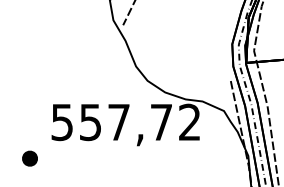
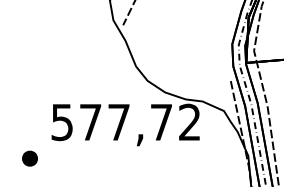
text at (90, 122): 557,72 -> 577,72
